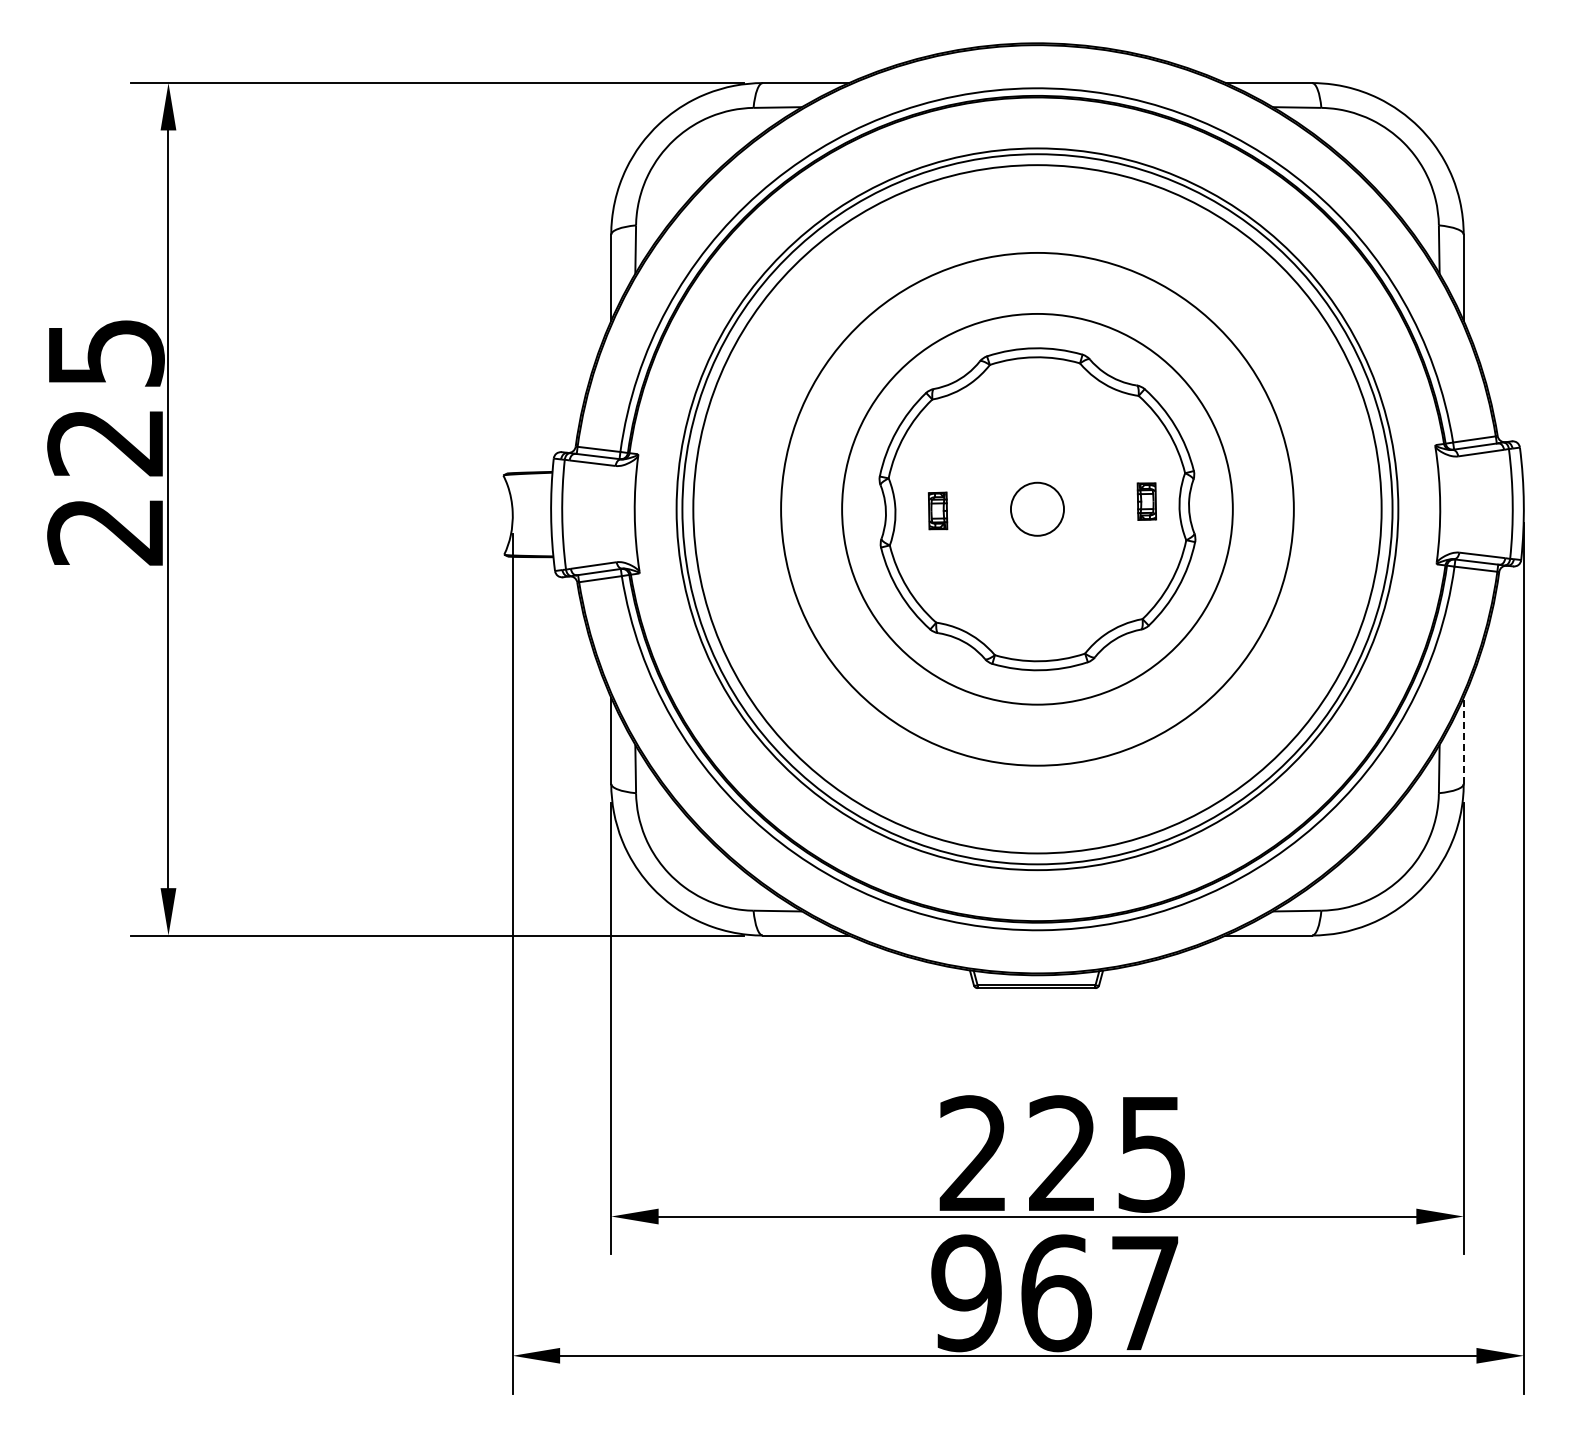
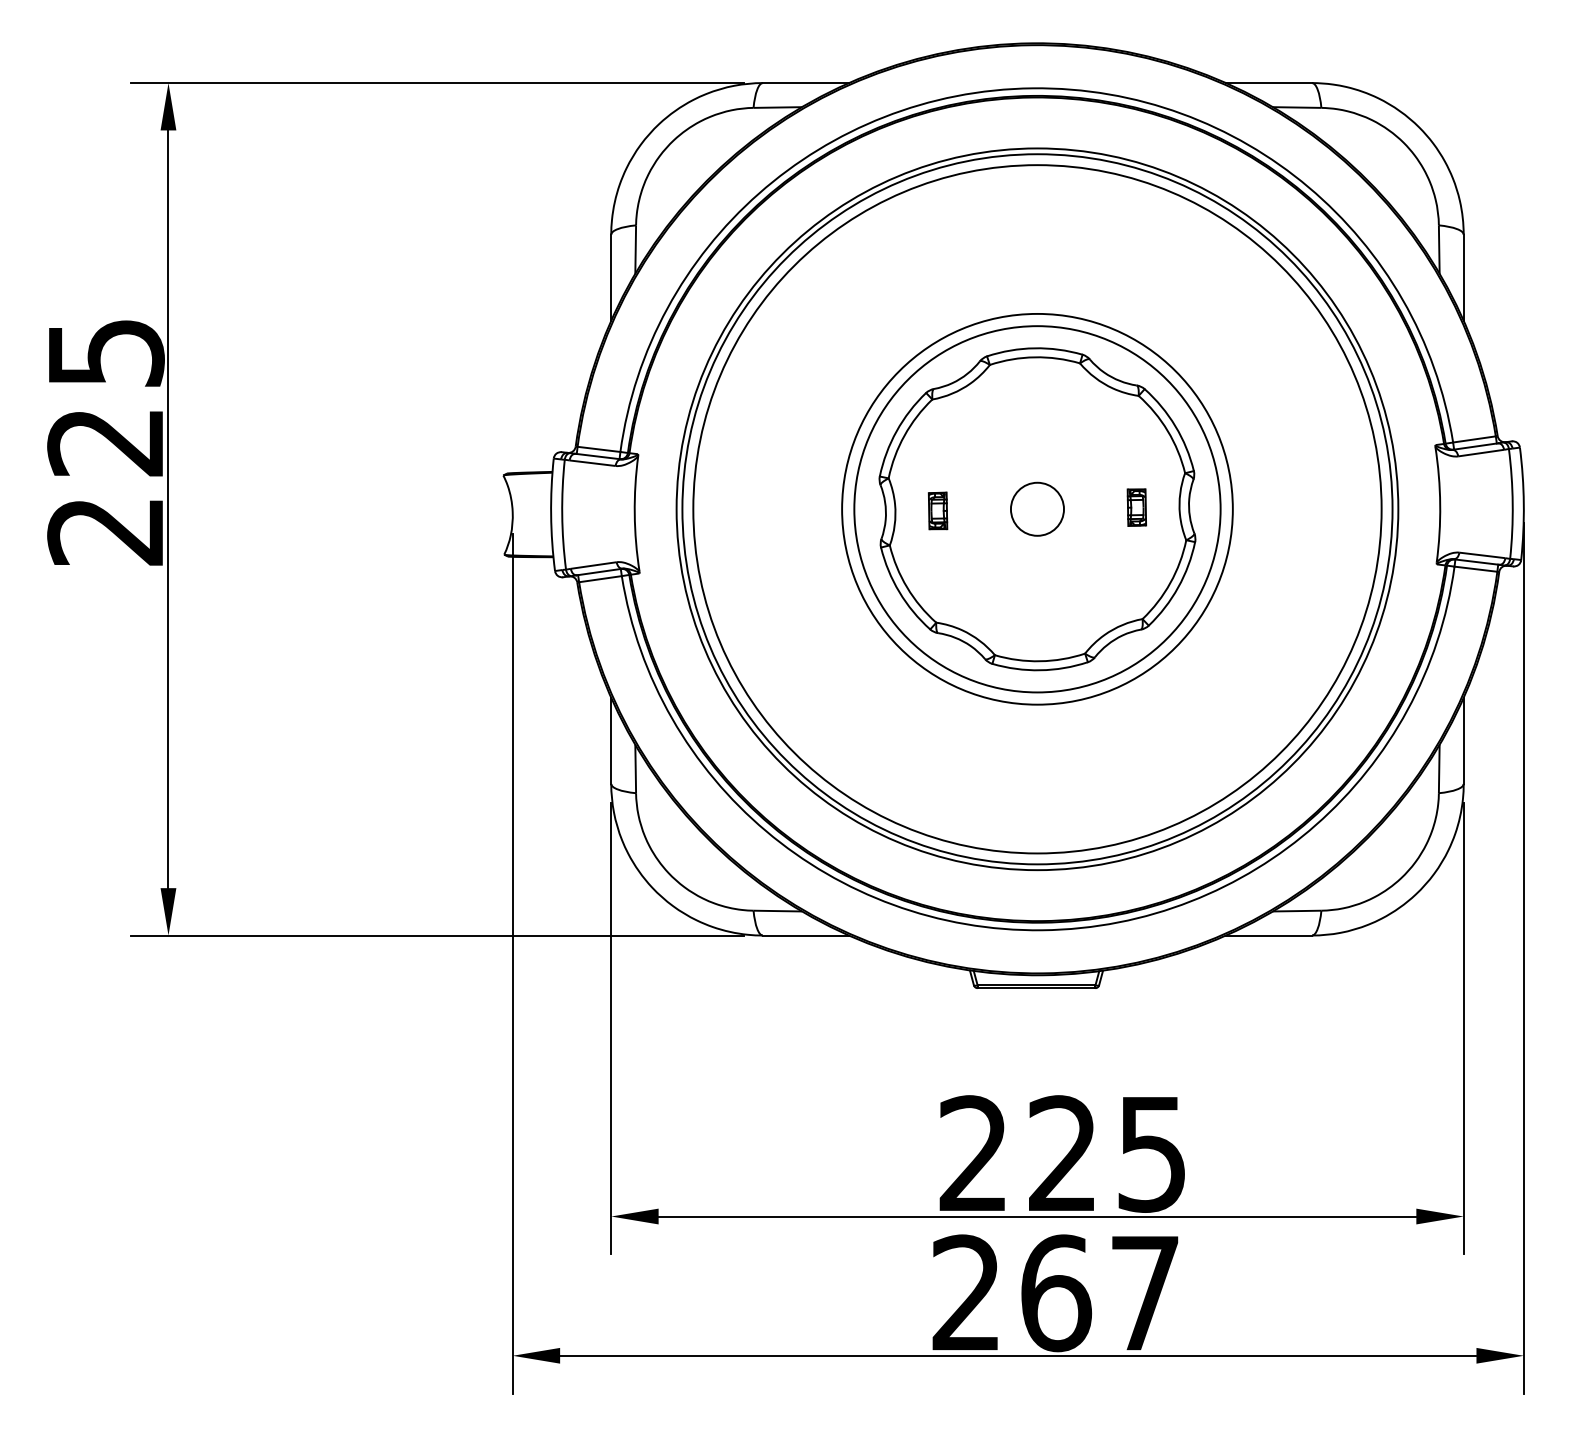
part at (1146, 501) position: (1146, 501) -> (1136, 507)
circle at (1037, 508) diameter: 513 px -> 366 px
line at (1463, 740): dashed -> solid
text at (966, 1293): 967 -> 267
